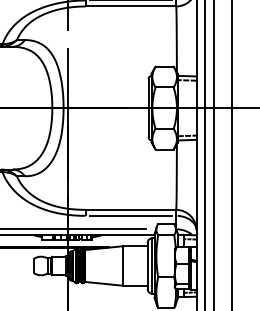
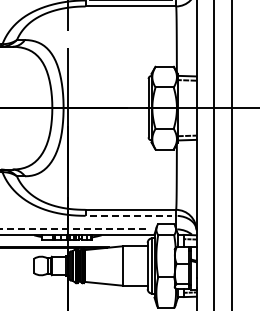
line at (205, 154): present -> none
line at (130, 215): solid -> dashed
line at (73, 229): solid -> dashed
